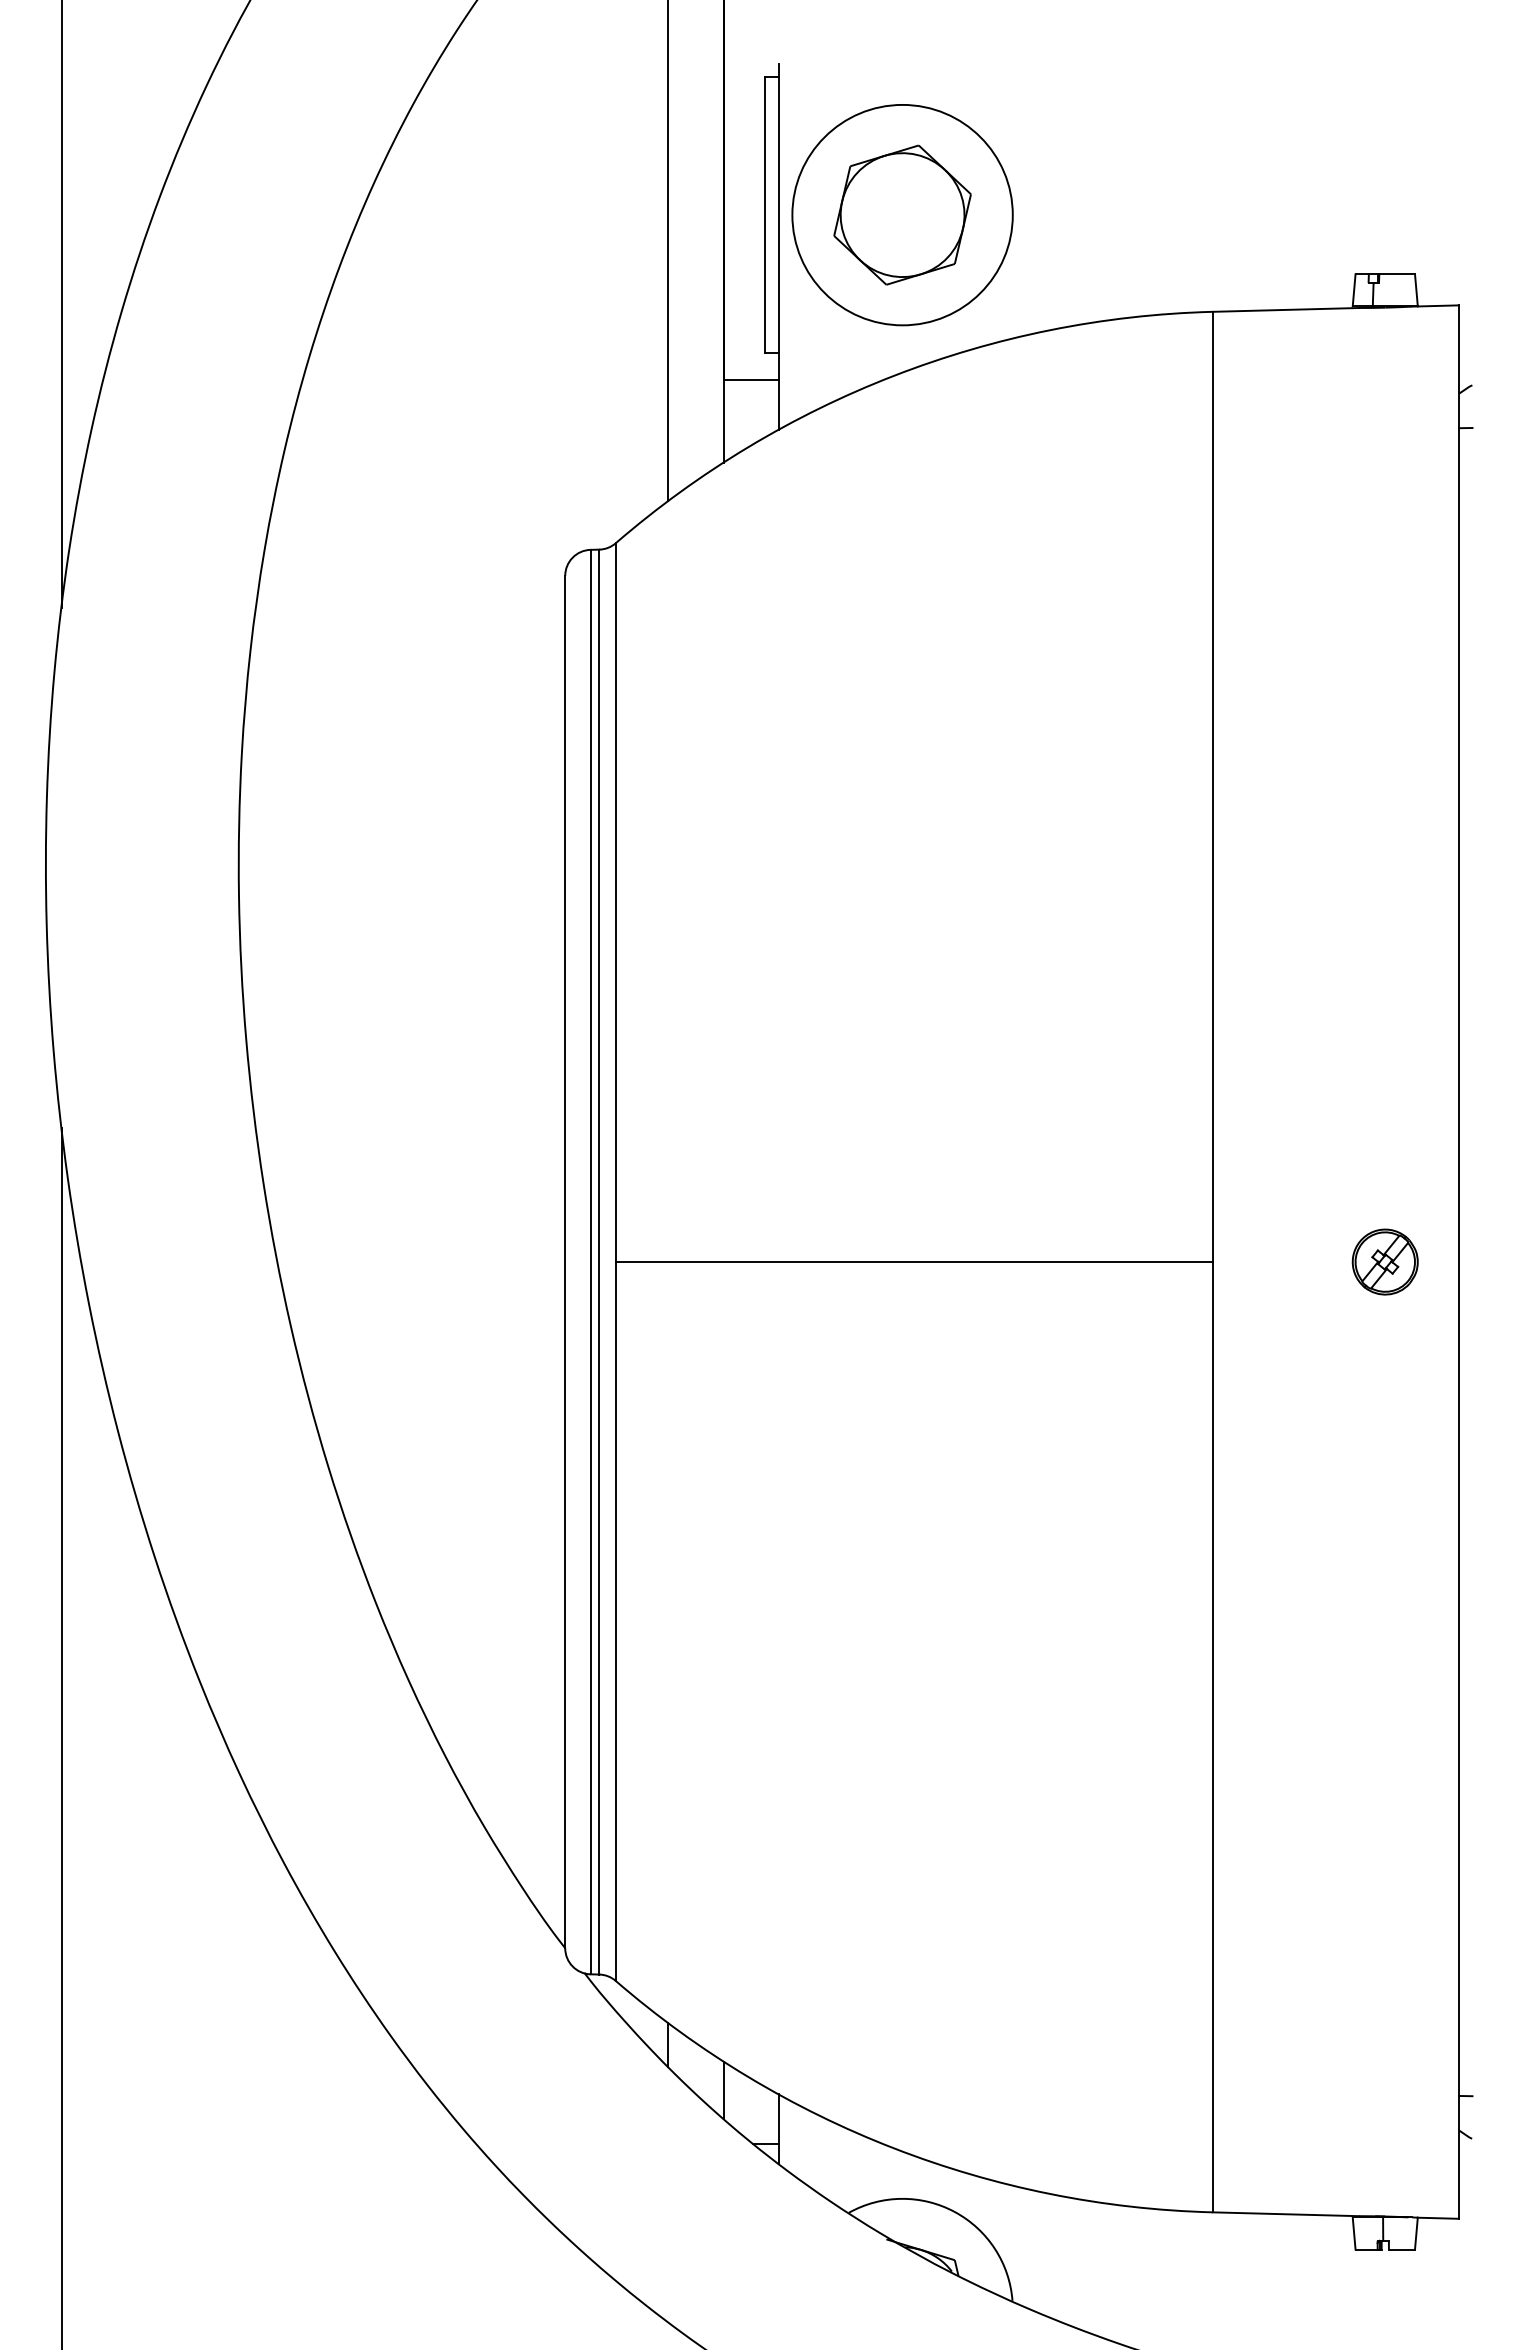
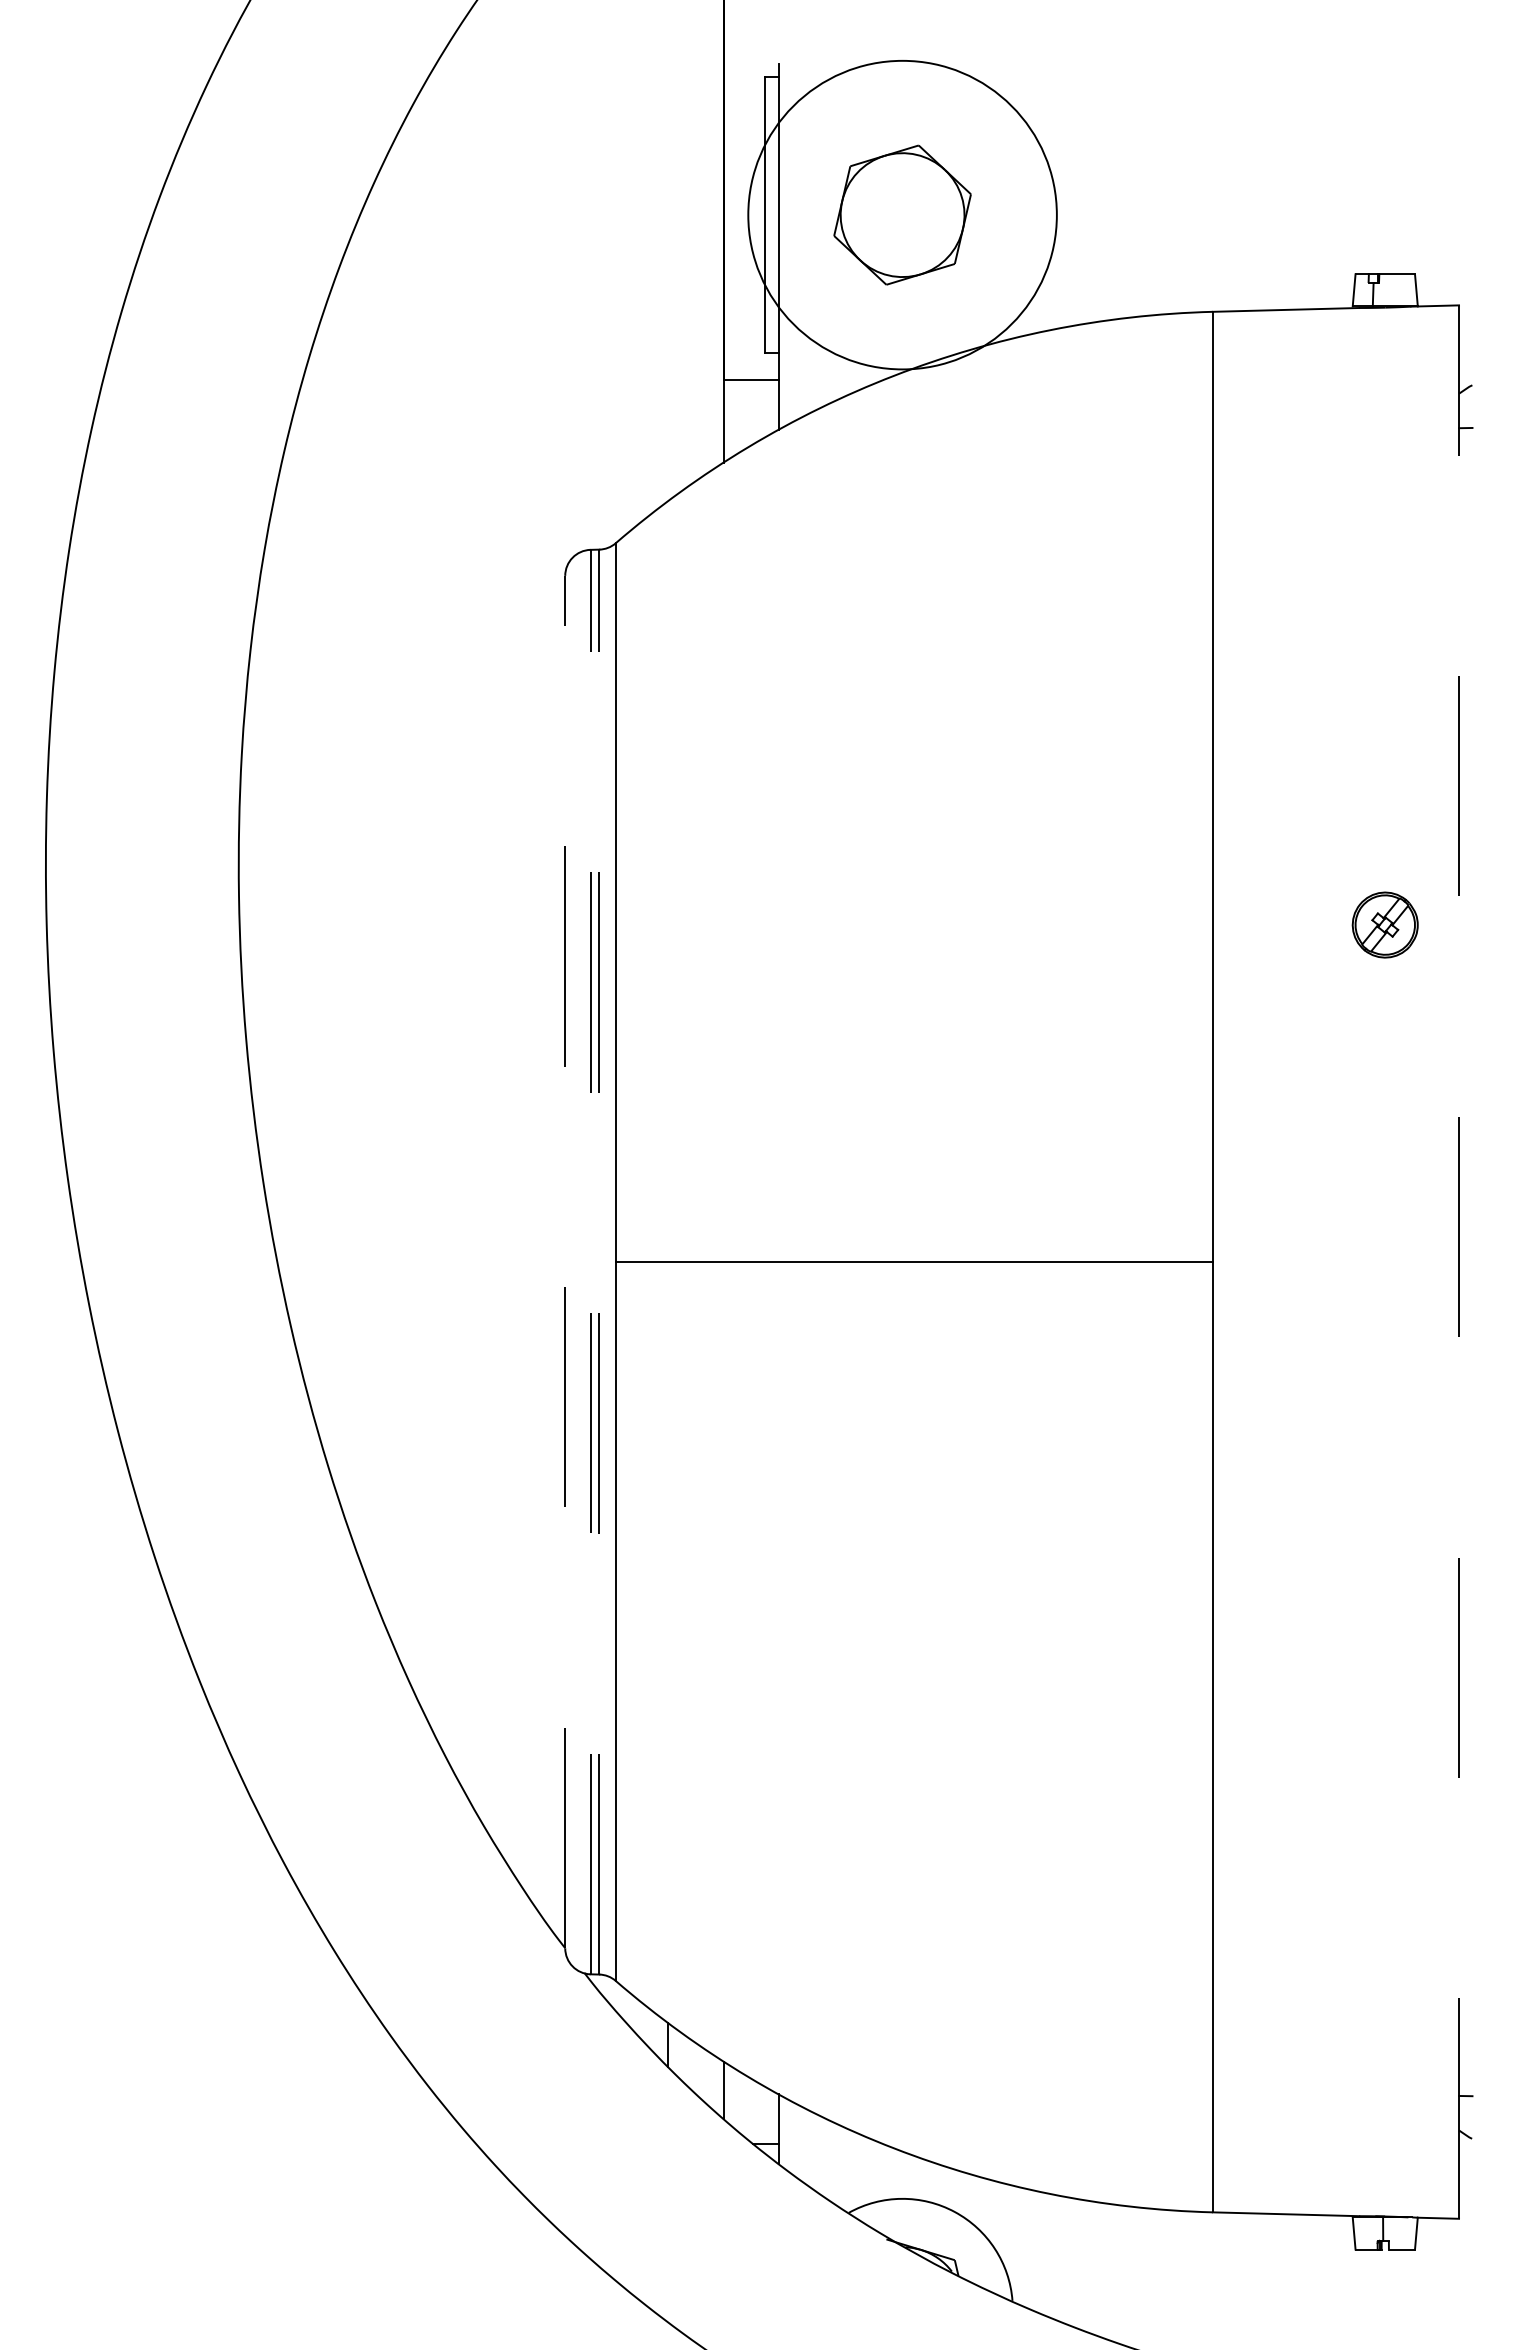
circle at (902, 214) diameter: 220 px -> 309 px
line at (668, 251): present -> none
line at (62, 304): present -> none
line at (565, 1261): solid -> dashed
line at (590, 1261): solid -> dashed
line at (599, 1261): solid -> dashed
part at (1384, 1261) position: (1384, 1261) -> (1384, 924)
line at (1459, 1262): solid -> dashed
line at (62, 1737): present -> none
